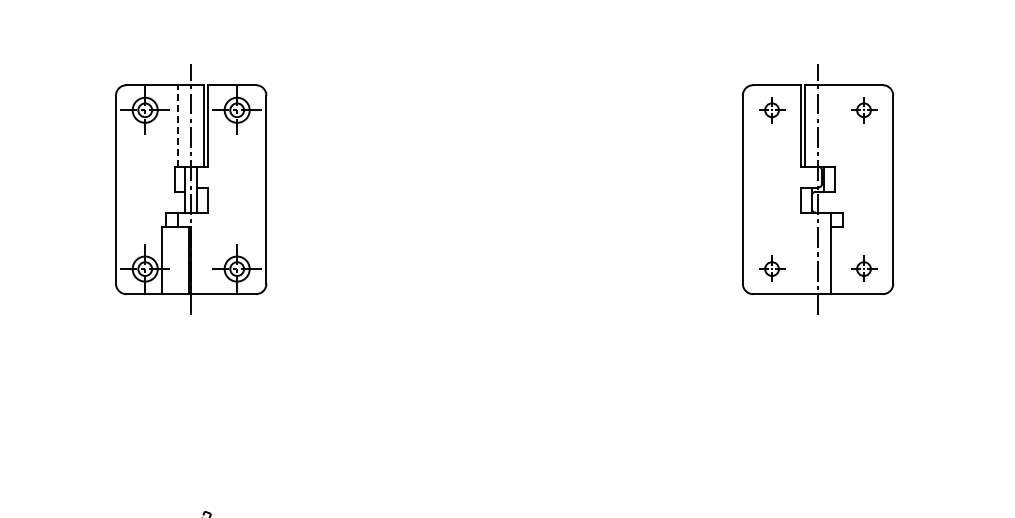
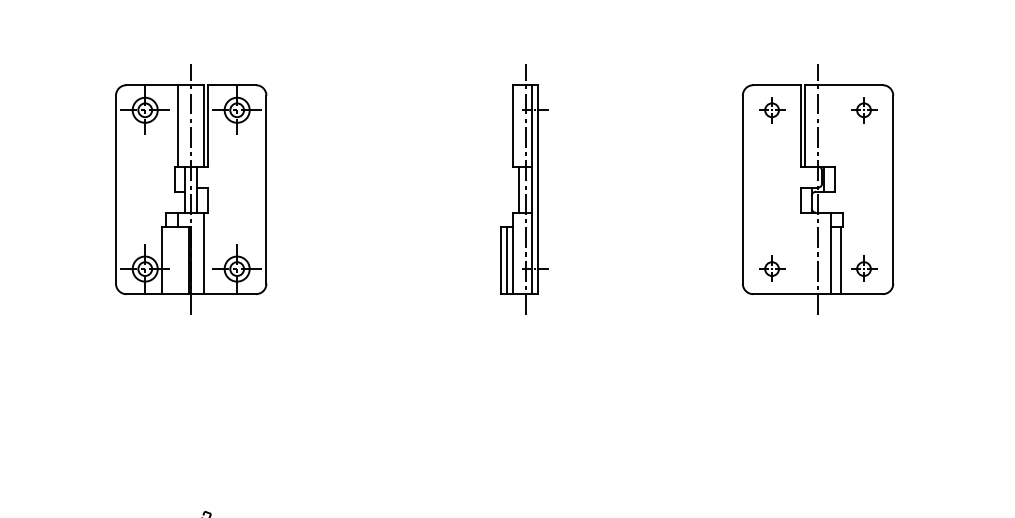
line at (178, 125): dashed -> solid
part at (524, 189): none -> present
line at (204, 253): none -> present
line at (840, 260): none -> present
